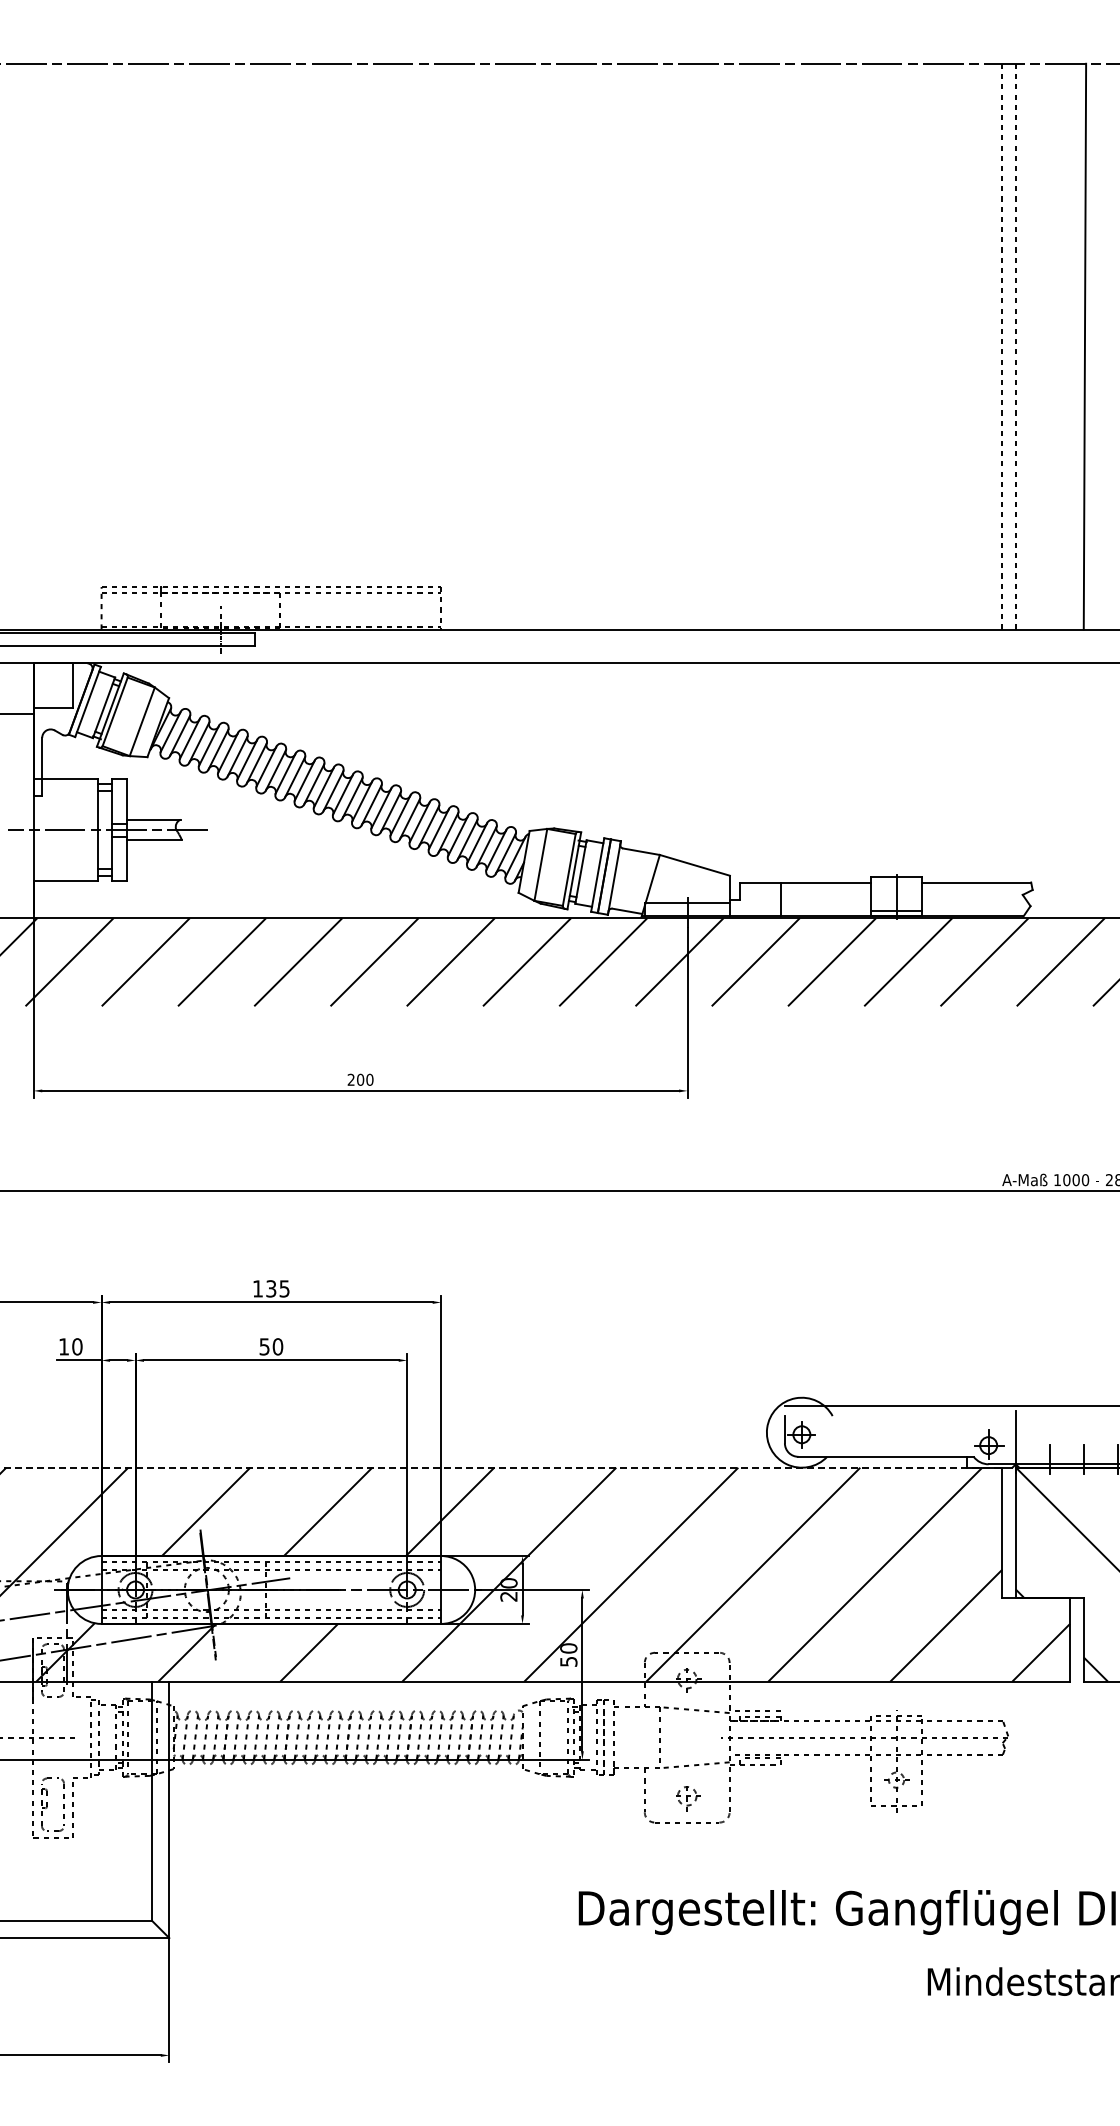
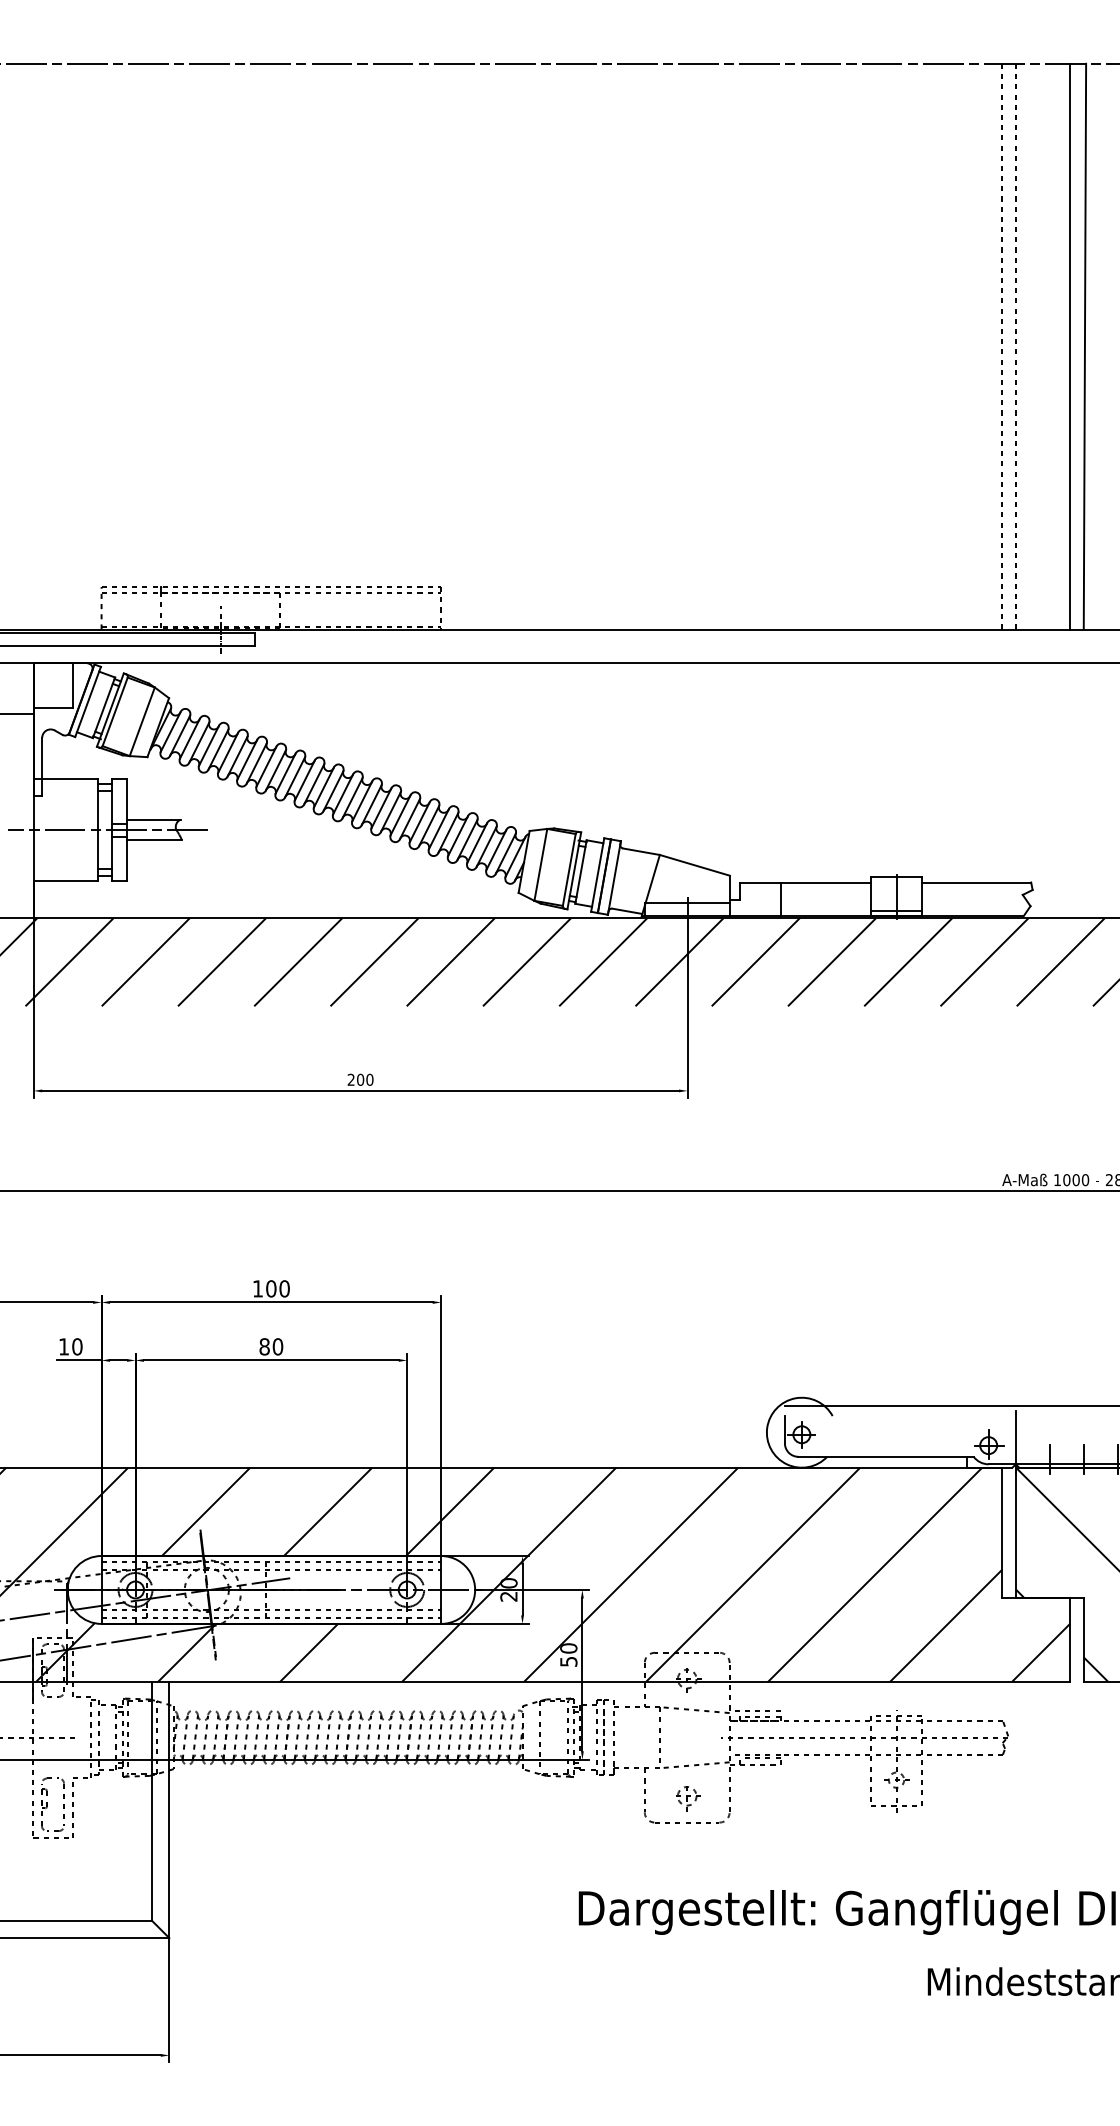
line at (1070, 346): none -> present
text at (277, 1288): 135 -> 100
text at (264, 1346): 50 -> 80
line at (501, 1467): dashed -> solid
